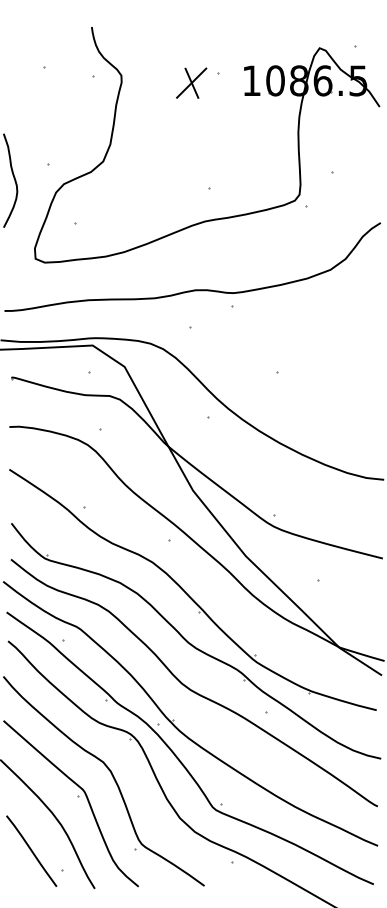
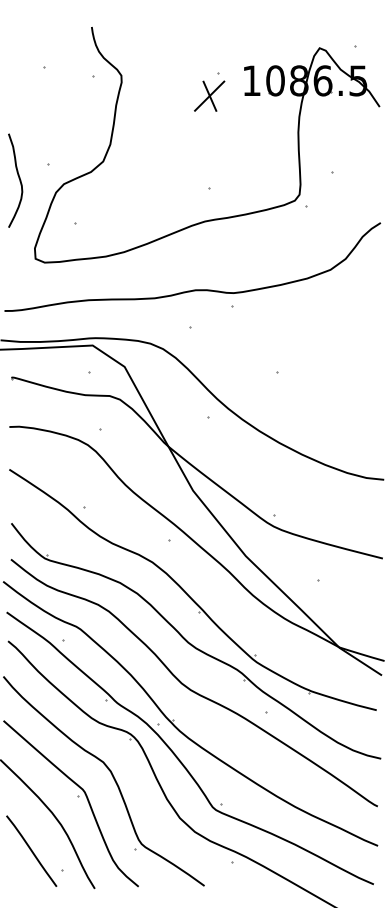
part at (191, 82) position: (191, 82) -> (209, 95)
curve at (13, 178) position: (13, 178) -> (18, 178)
